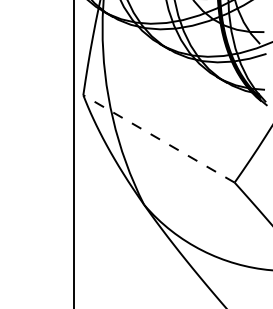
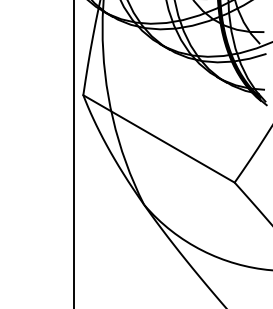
line at (158, 138): dashed -> solid
